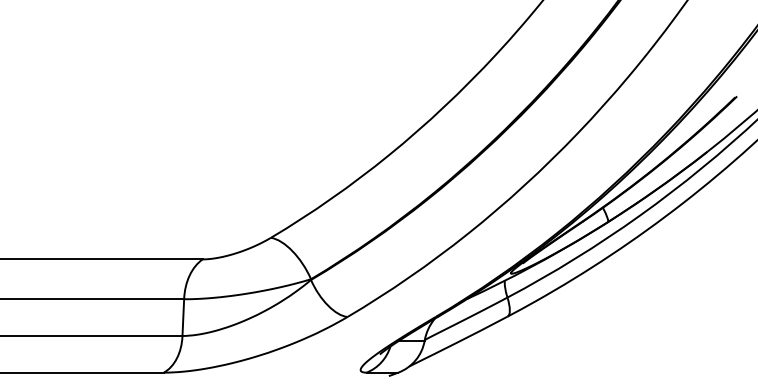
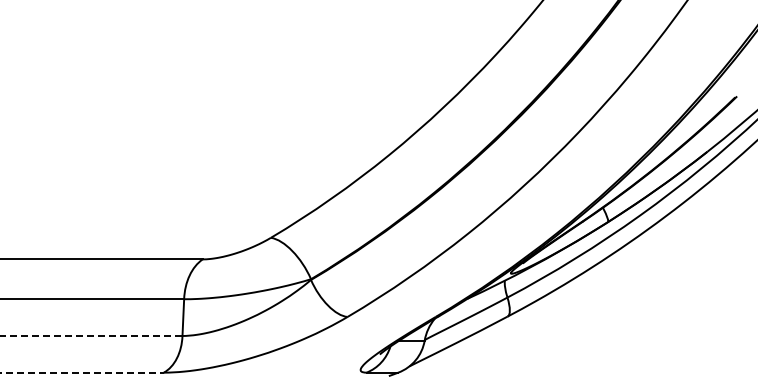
line at (90, 336): solid -> dashed
line at (82, 372): solid -> dashed
